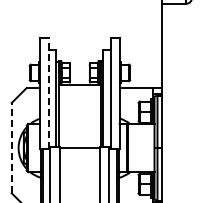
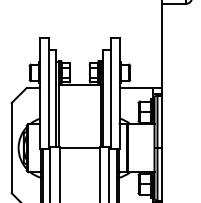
line at (49, 93): dashed -> solid
line at (11, 147): dashed -> solid
